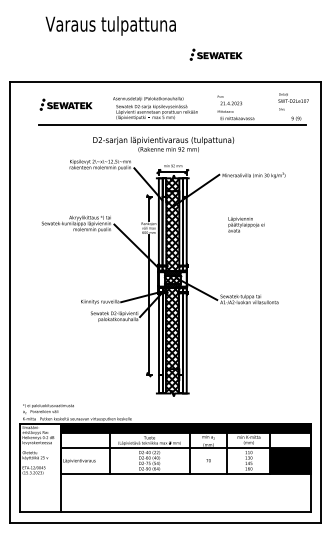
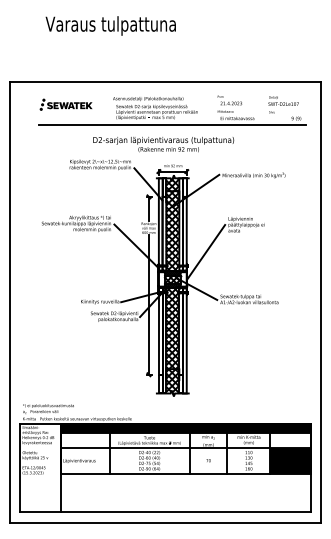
part at (215, 54): present -> none
text at (293, 101) position: (293, 101) -> (283, 104)
line at (206, 252): none -> present
